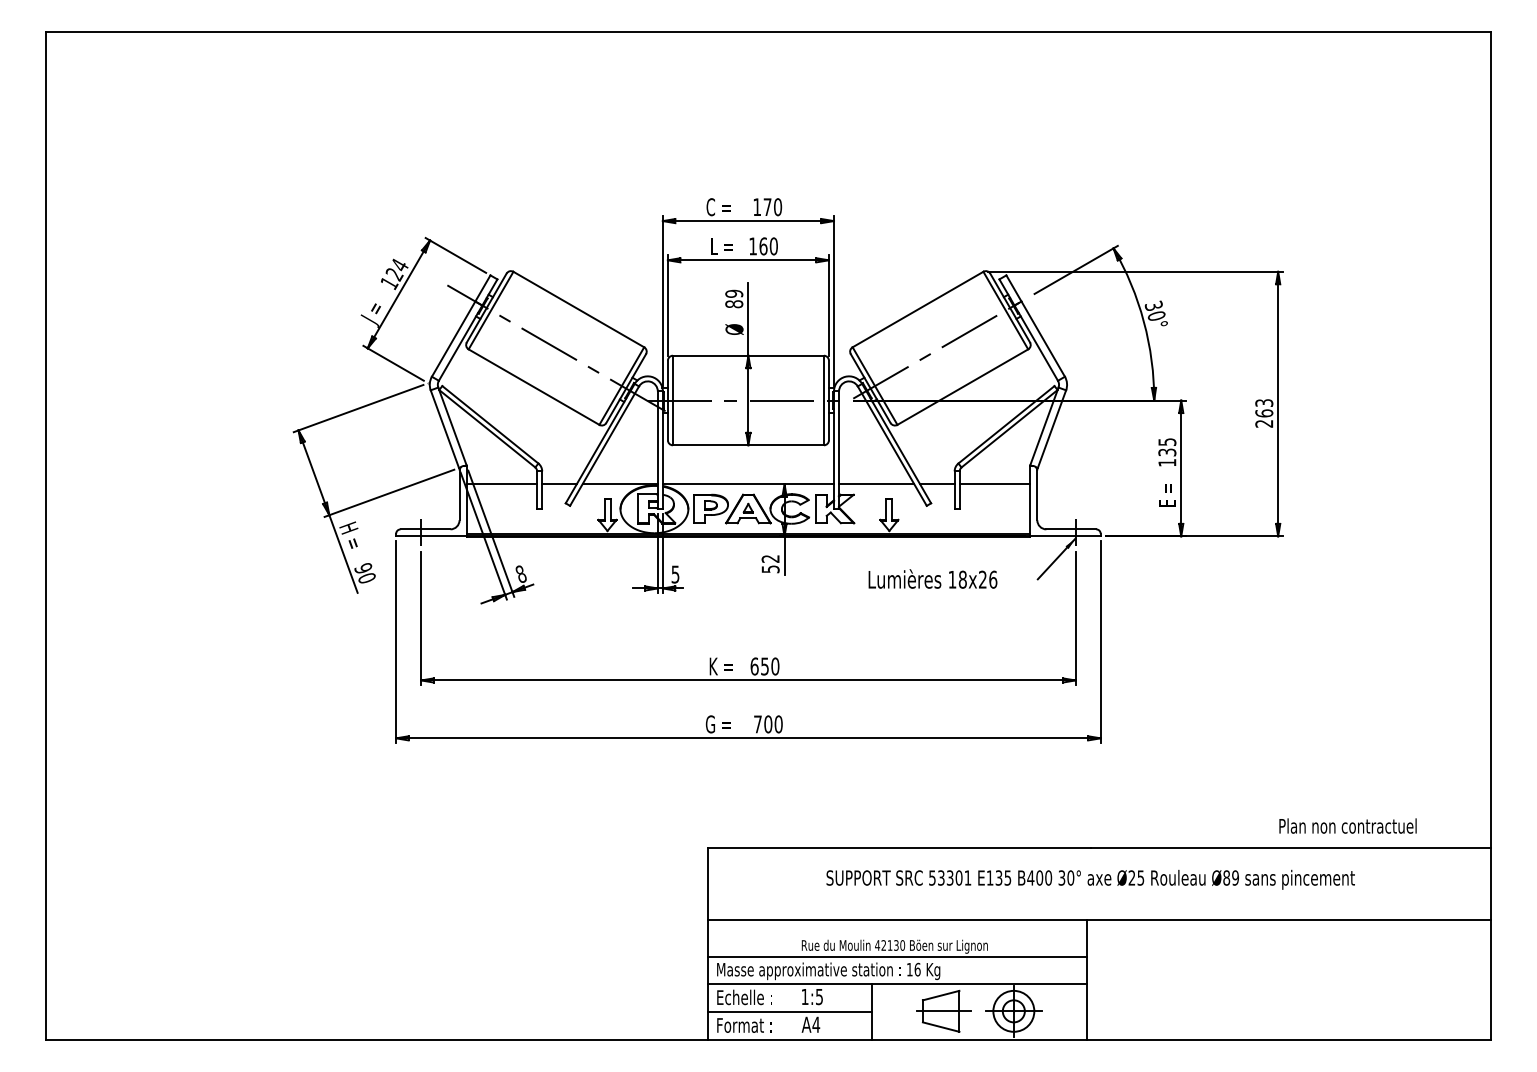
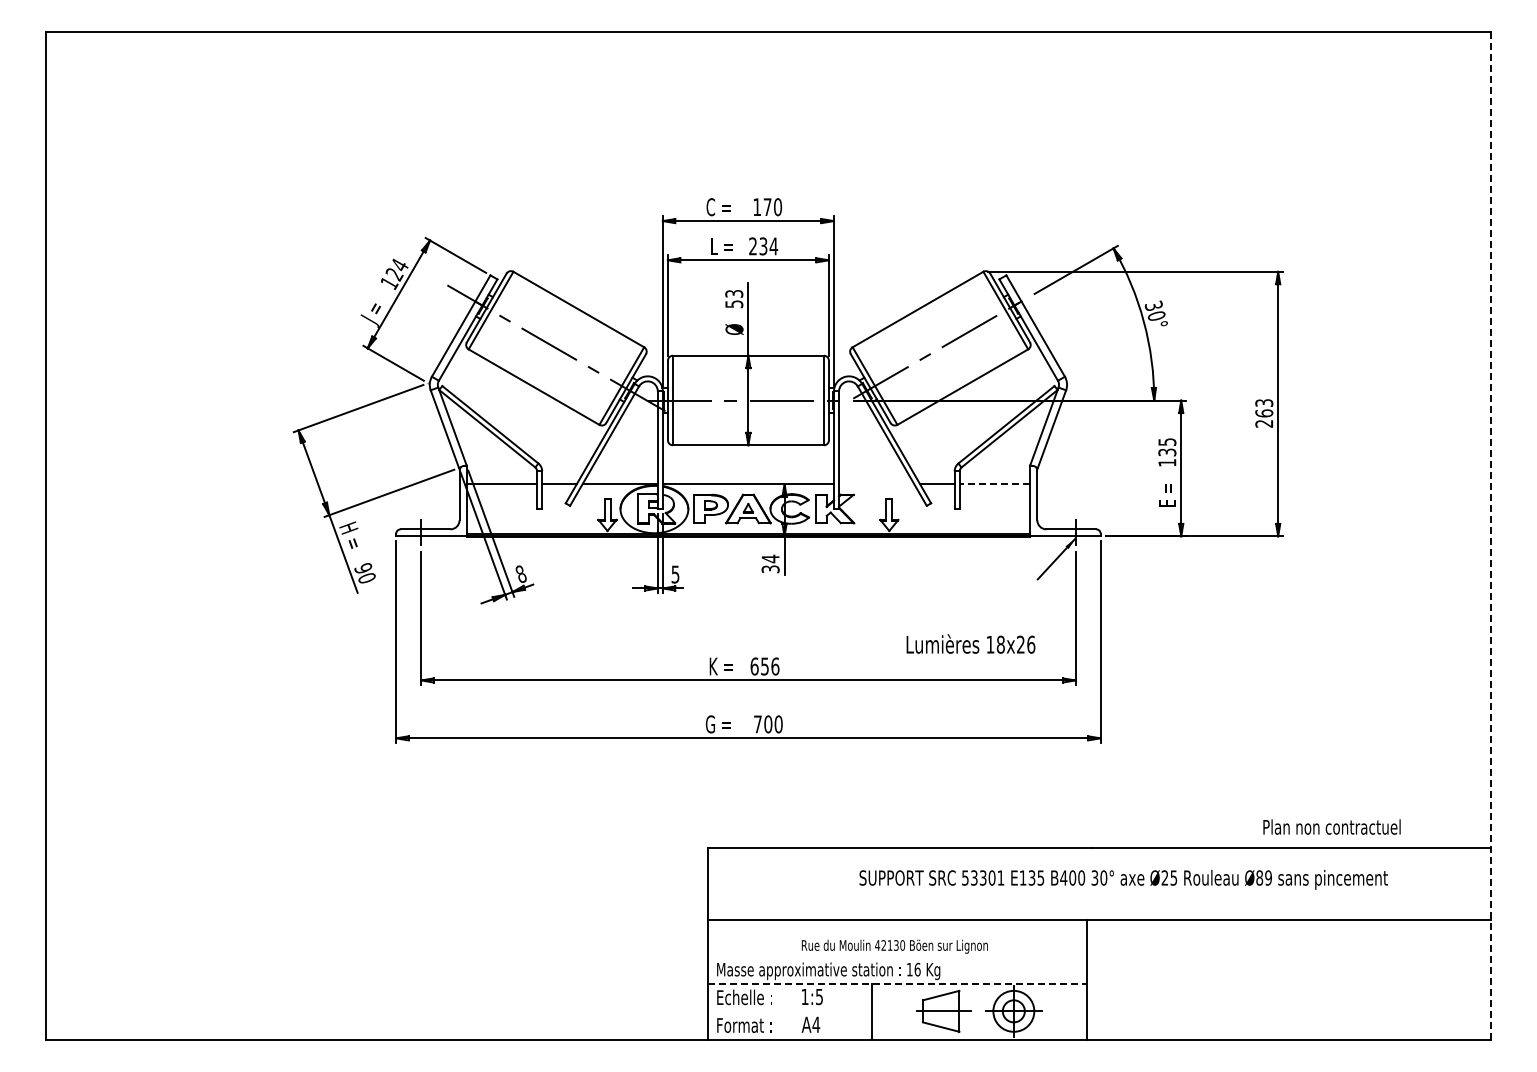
text at (763, 246): 160 -> 234
text at (734, 298): 89 -> 53
line at (876, 484): present -> none
line at (994, 484): solid -> dashed
line at (1490, 536): solid -> dashed
text at (770, 563): 52 -> 34
text at (932, 578) position: (932, 578) -> (970, 643)
text at (775, 666): 650 -> 656
text at (1347, 825) position: (1347, 825) -> (1331, 826)
text at (1090, 879) position: (1090, 879) -> (1123, 879)
line at (896, 956): present -> none
line at (897, 984): solid -> dashed
line at (789, 1011): present -> none
